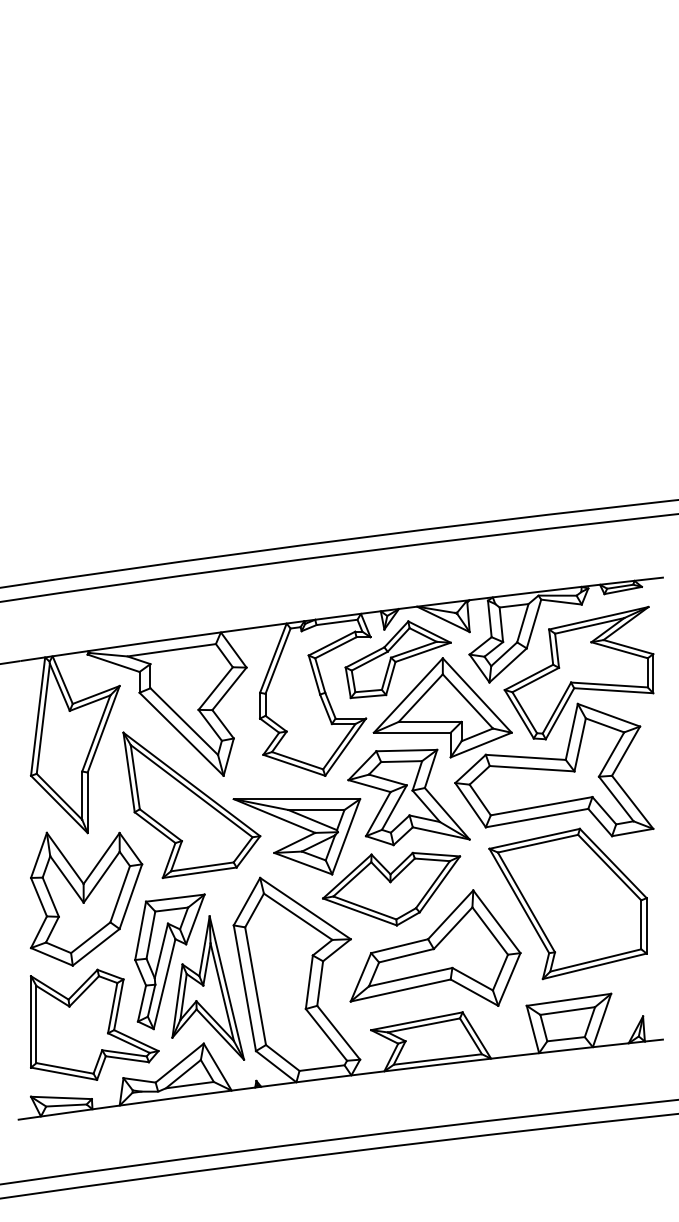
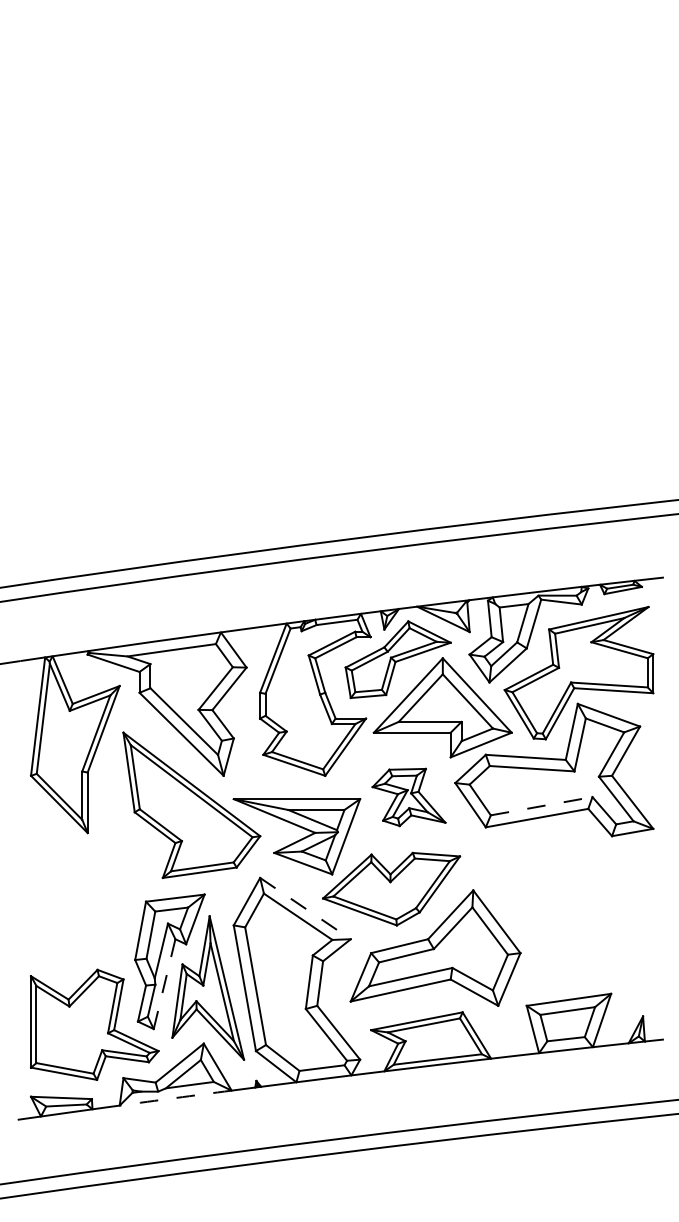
part at (408, 797) size: 124x99 px -> 76x61 px
line at (541, 806): solid -> dashed
part at (86, 898): present -> none
part at (567, 903): present -> none
line at (305, 908): solid -> dashed
line at (164, 983): solid -> dashed
arc at (175, 1098): solid -> dashed
